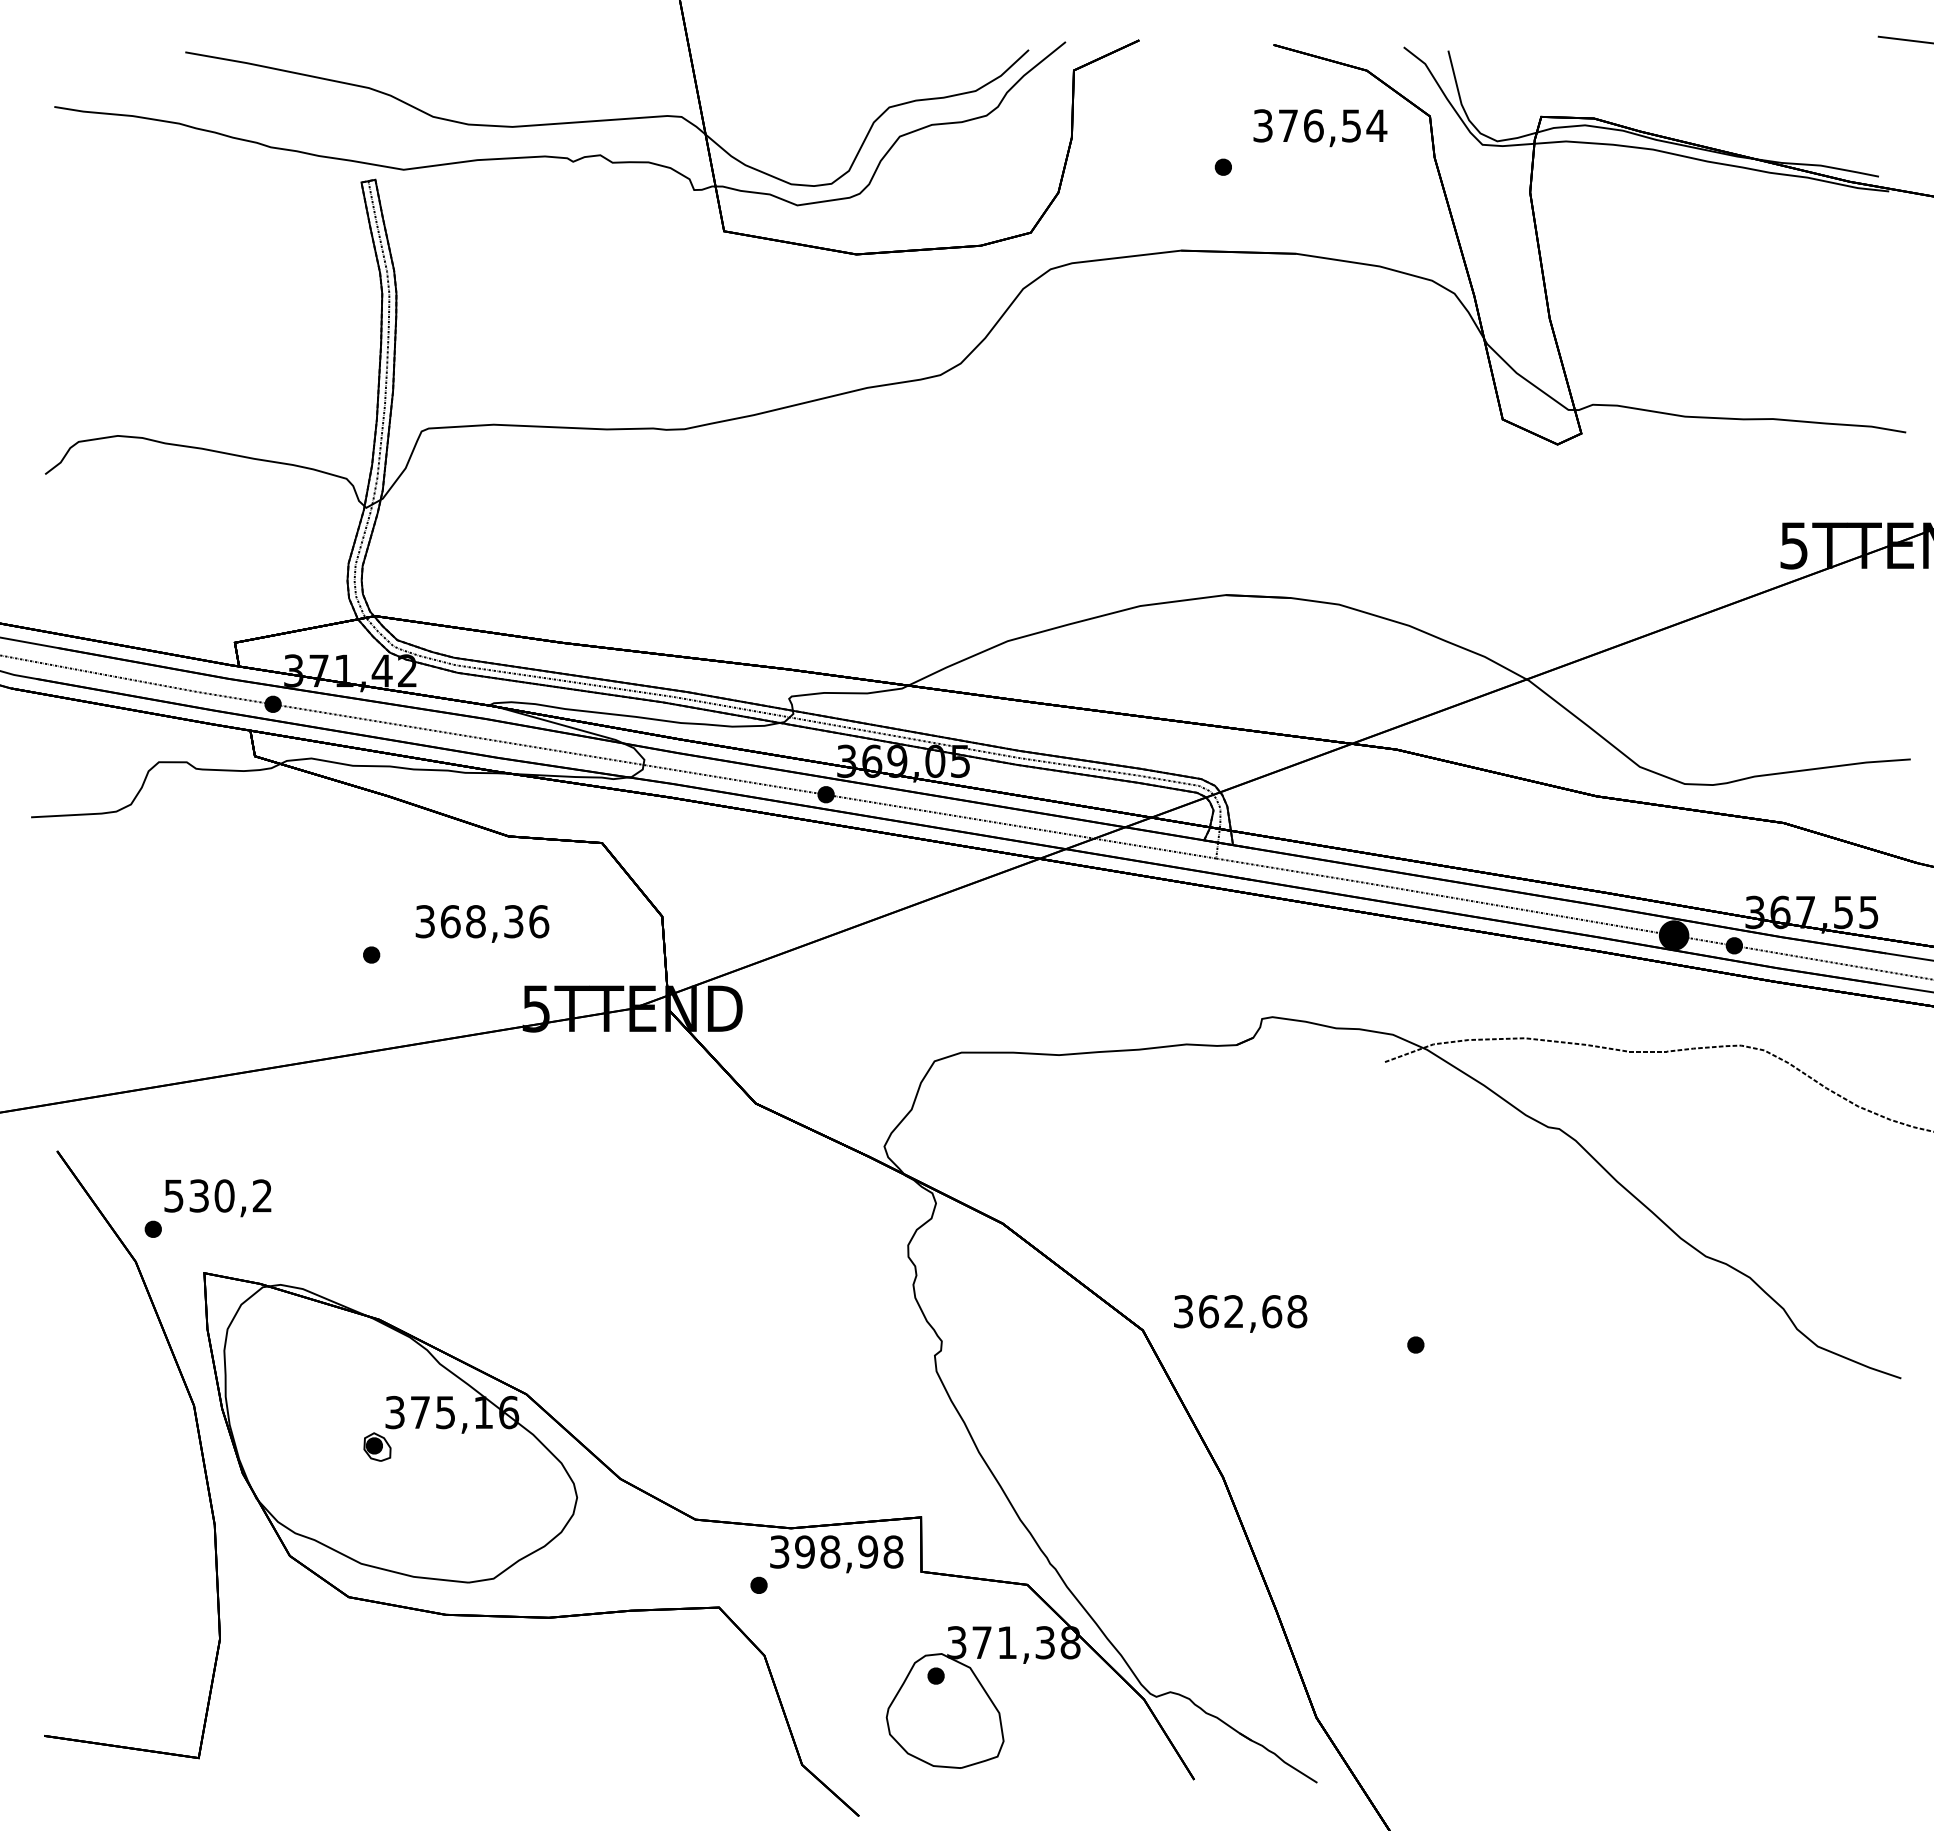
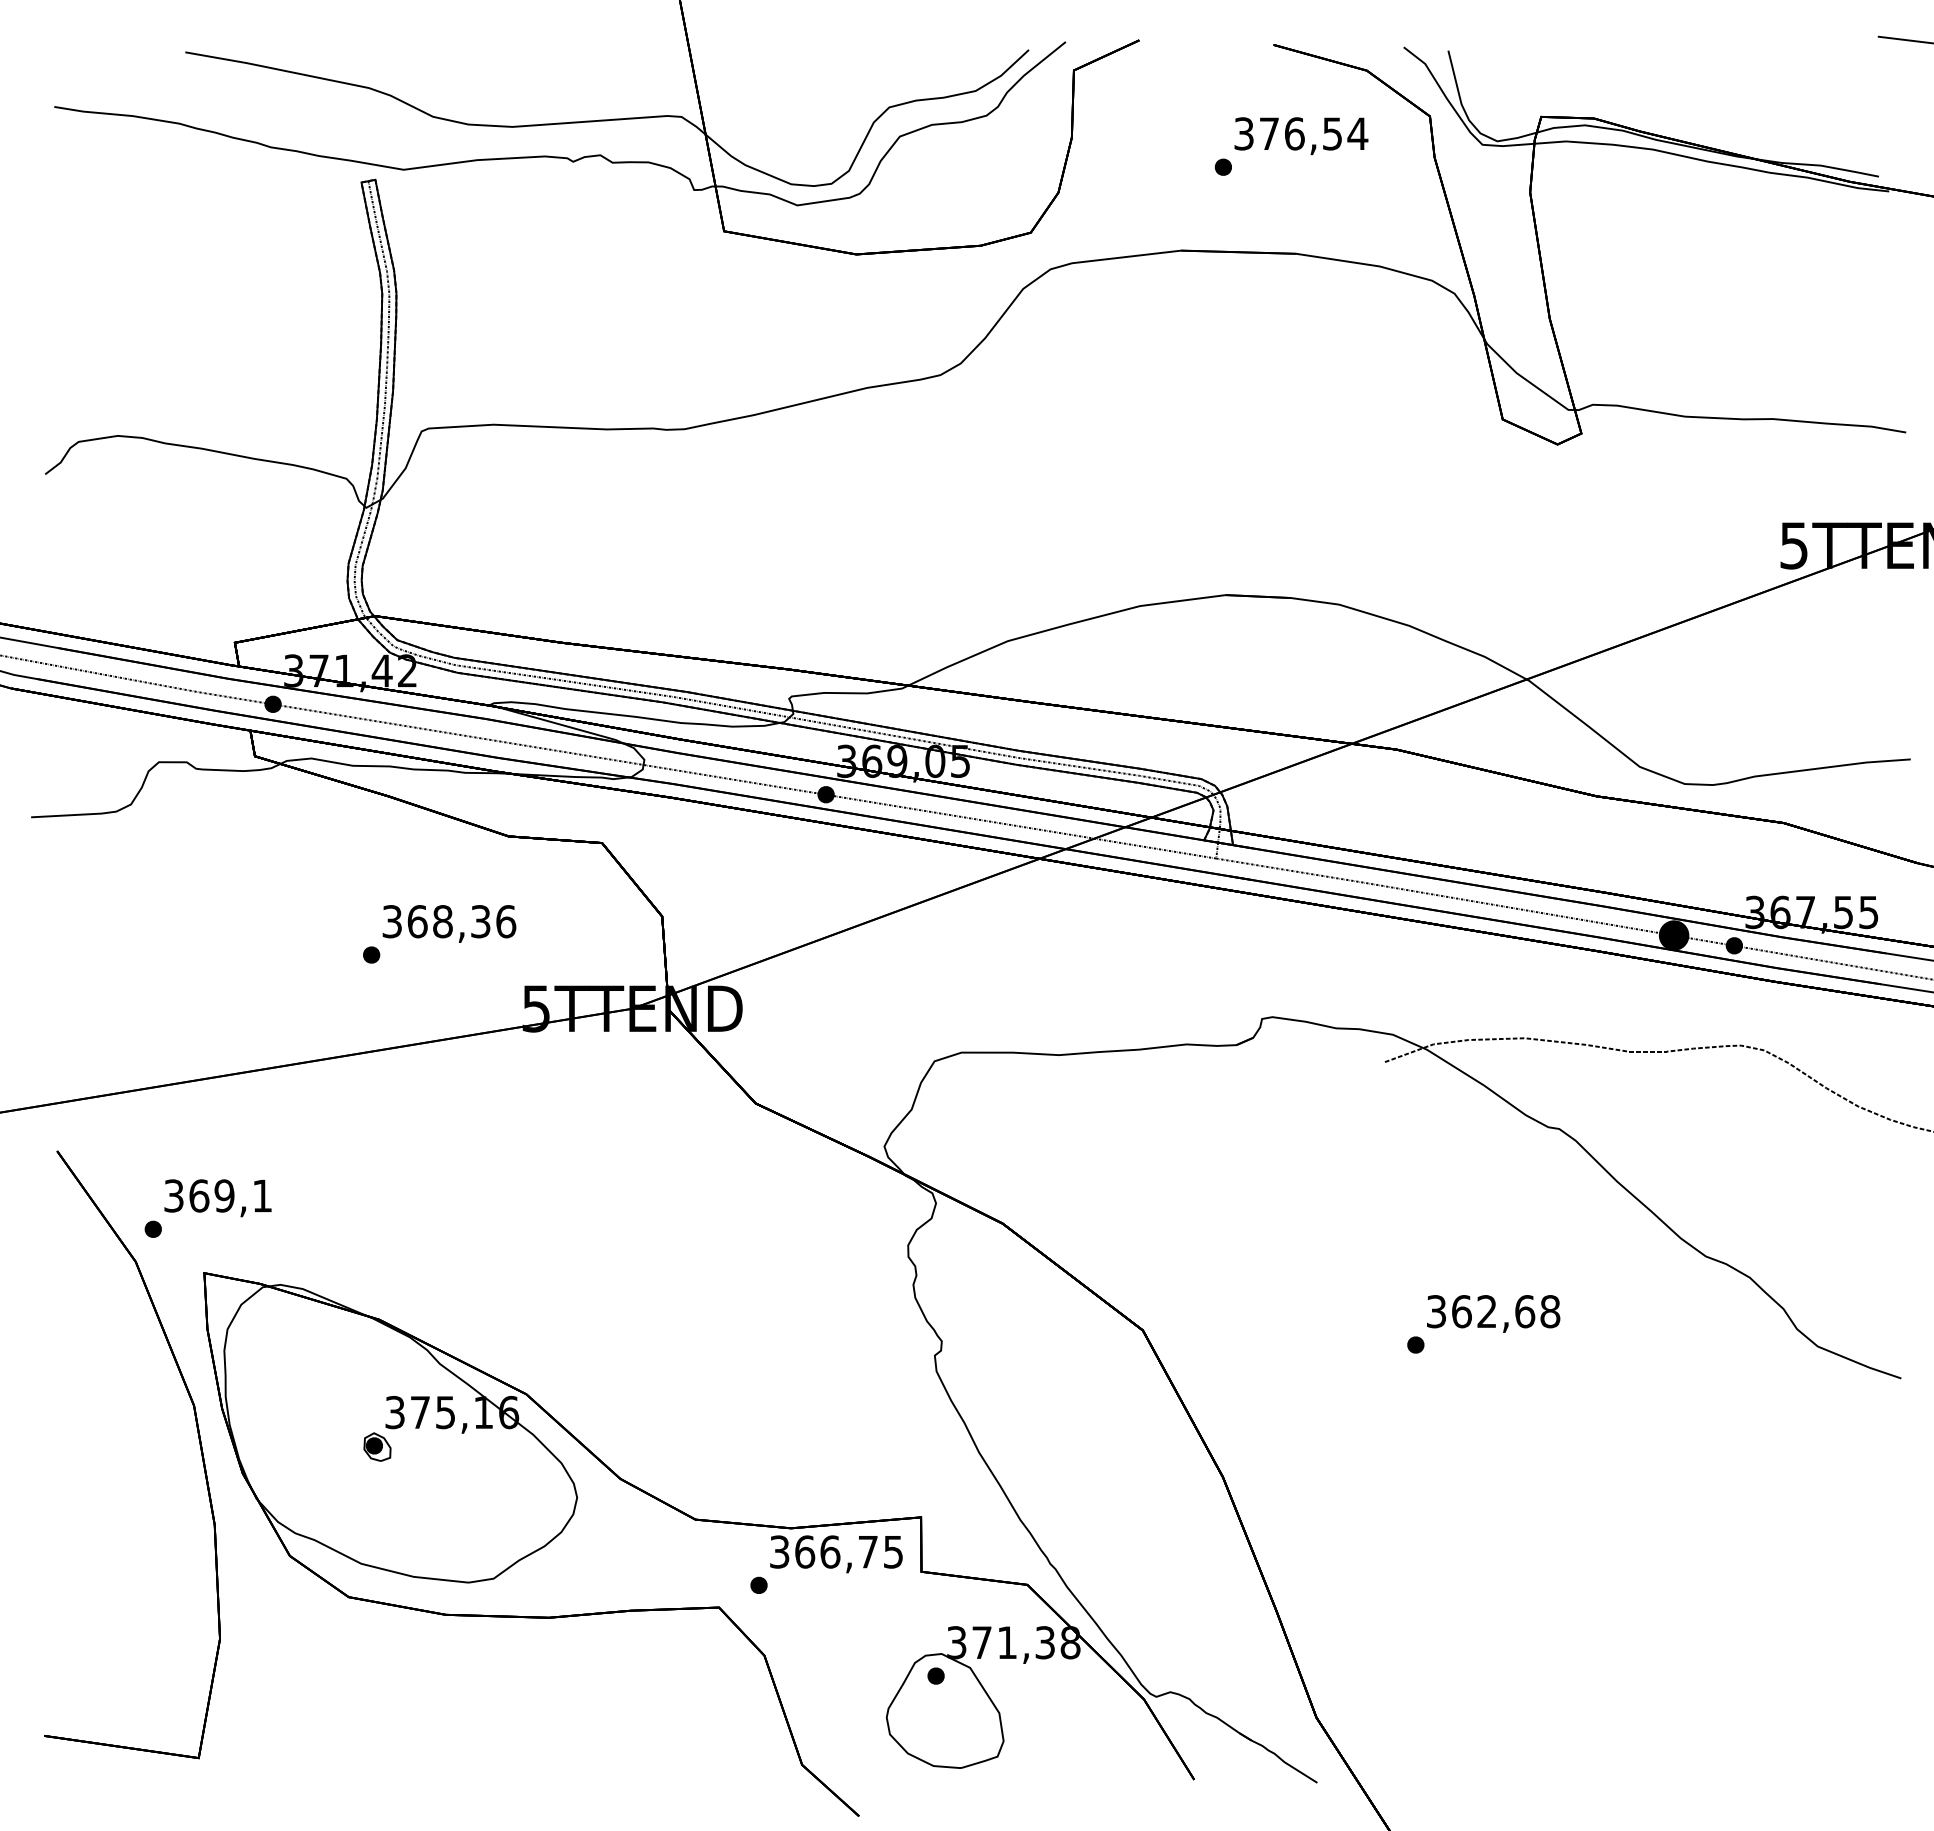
text at (1320, 128) position: (1320, 128) -> (1301, 136)
text at (482, 923) position: (482, 923) -> (449, 923)
text at (218, 1195): 530,2 -> 369,1
text at (1240, 1313) position: (1240, 1313) -> (1493, 1313)
text at (849, 1551): 398,98 -> 366,75
